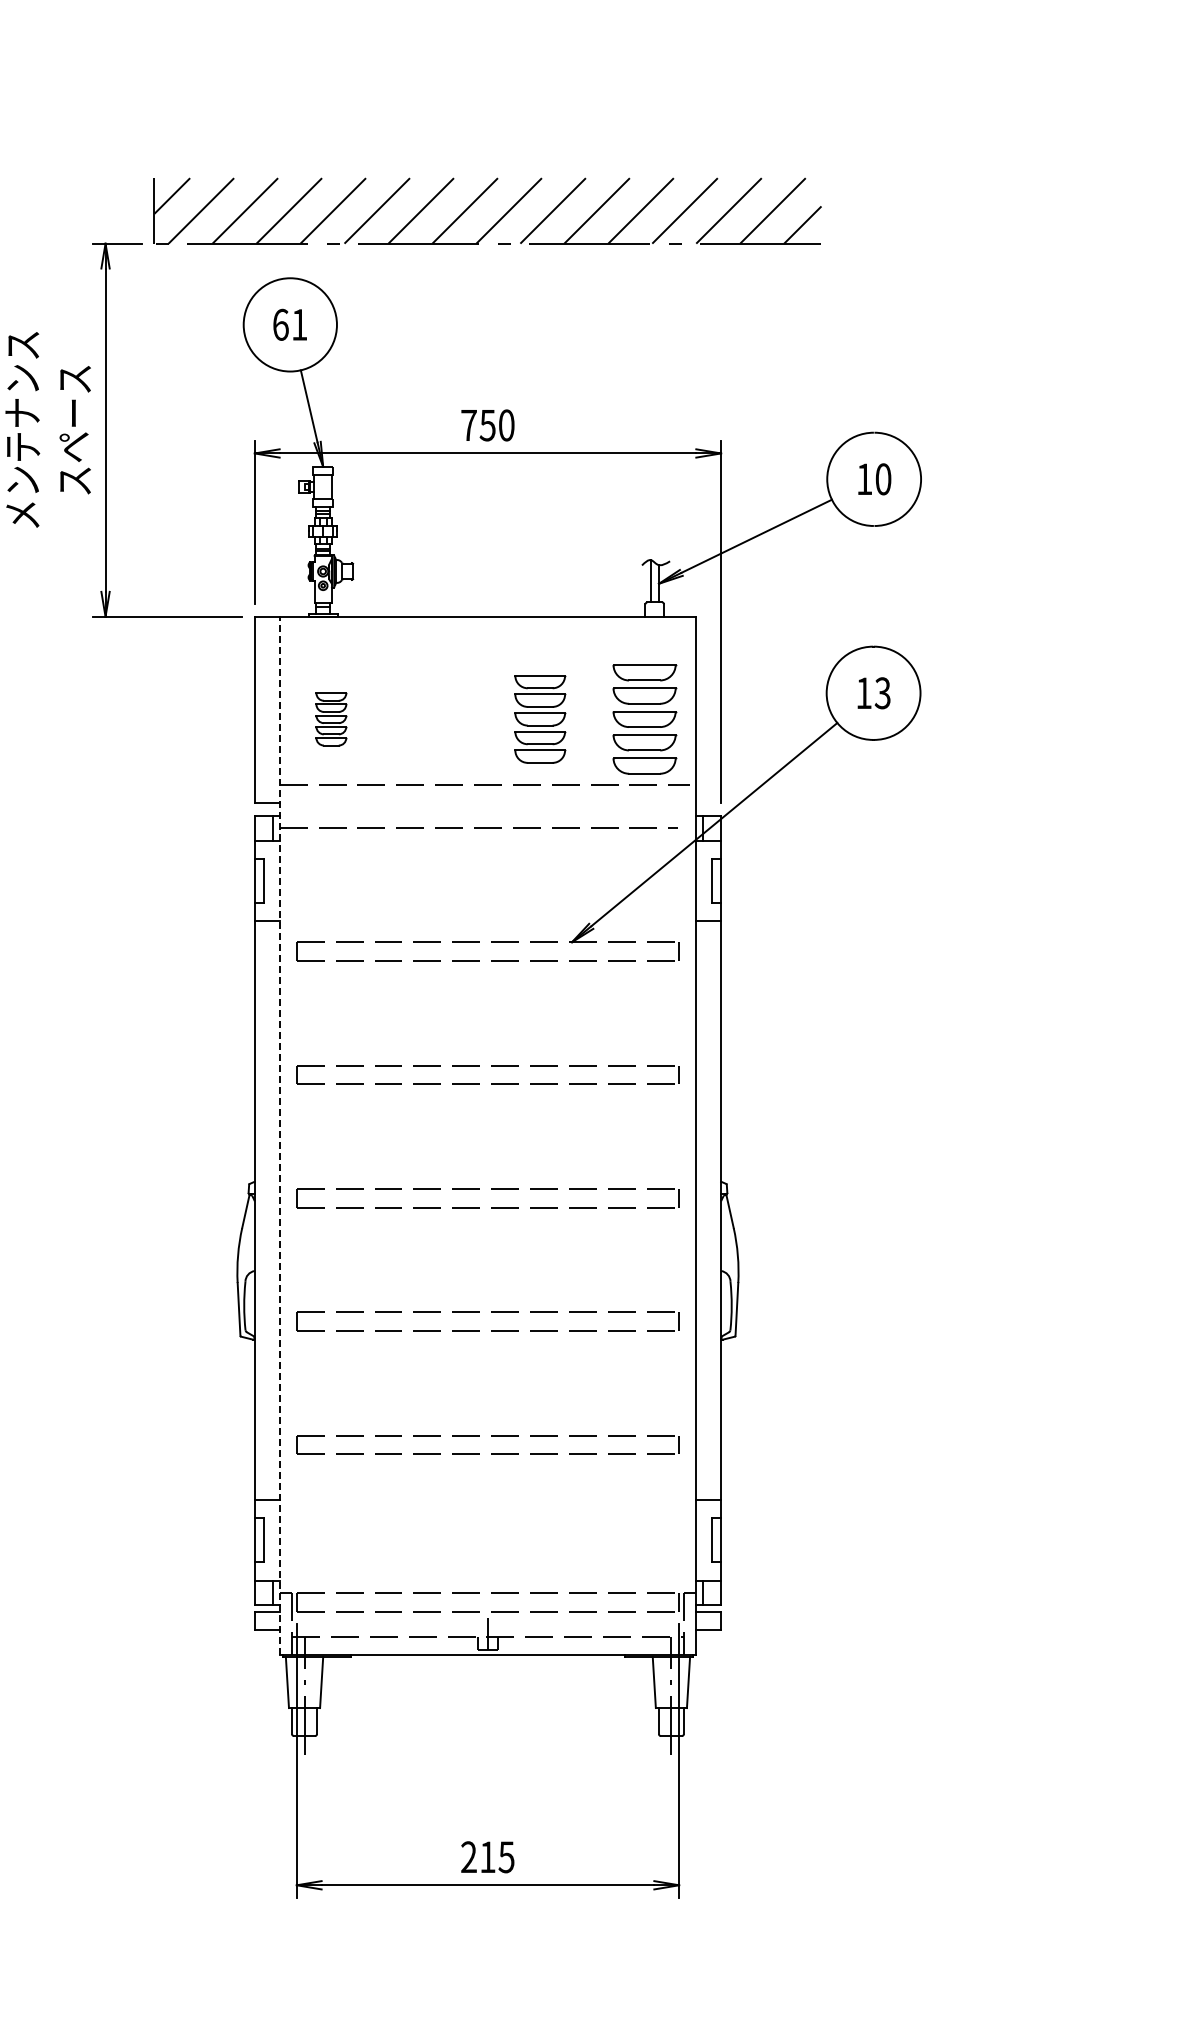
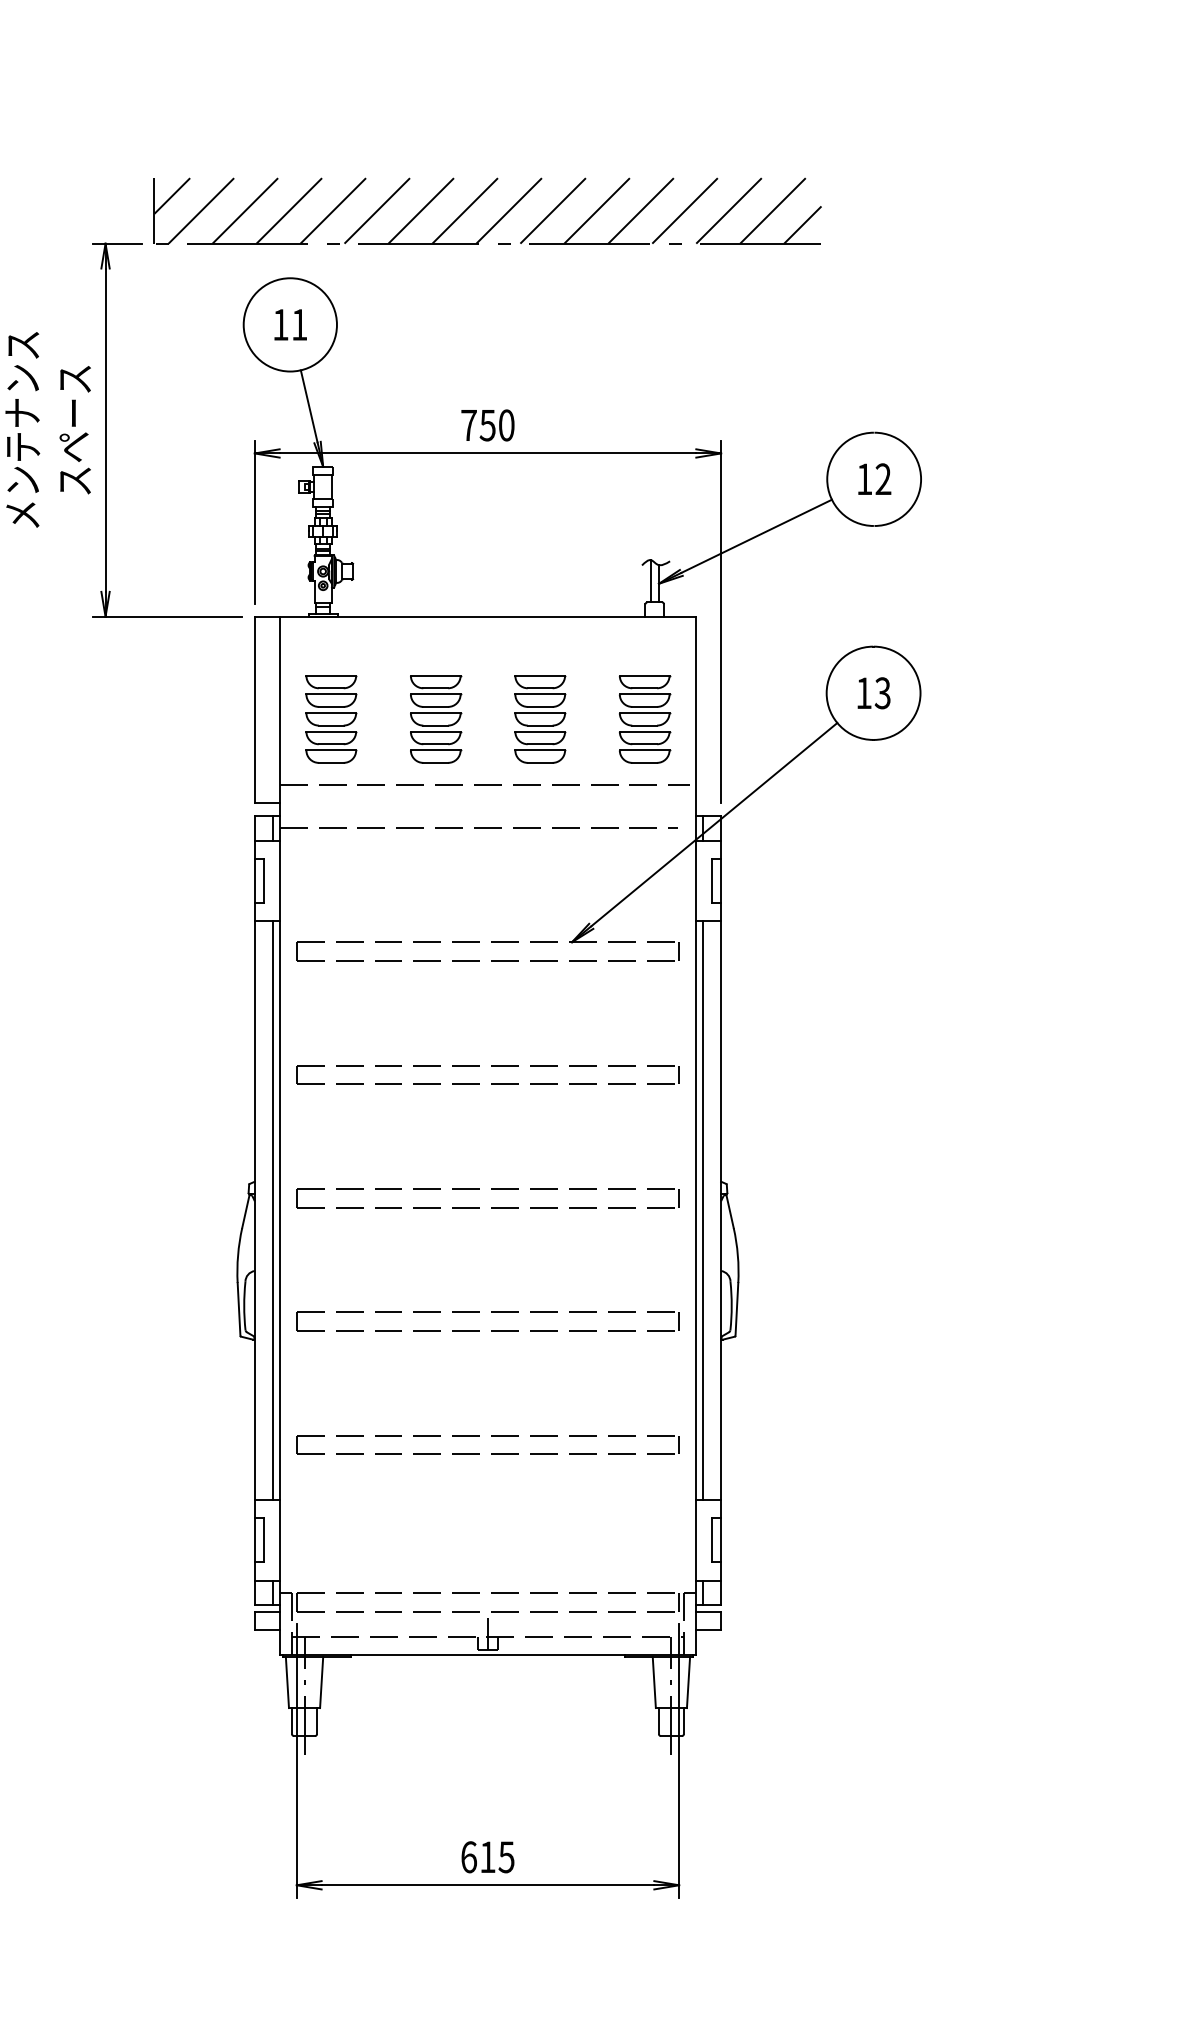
text at (280, 324): 61 -> 11
text at (883, 479): 10 -> 12
part at (331, 719) size: 33x55 px -> 53x89 px
part at (436, 719): none -> present
part at (644, 719) size: 66x111 px -> 54x89 px
line at (279, 1135): dashed -> solid
line at (273, 1210): none -> present
line at (702, 1210): none -> present
text at (468, 1857): 215 -> 615
